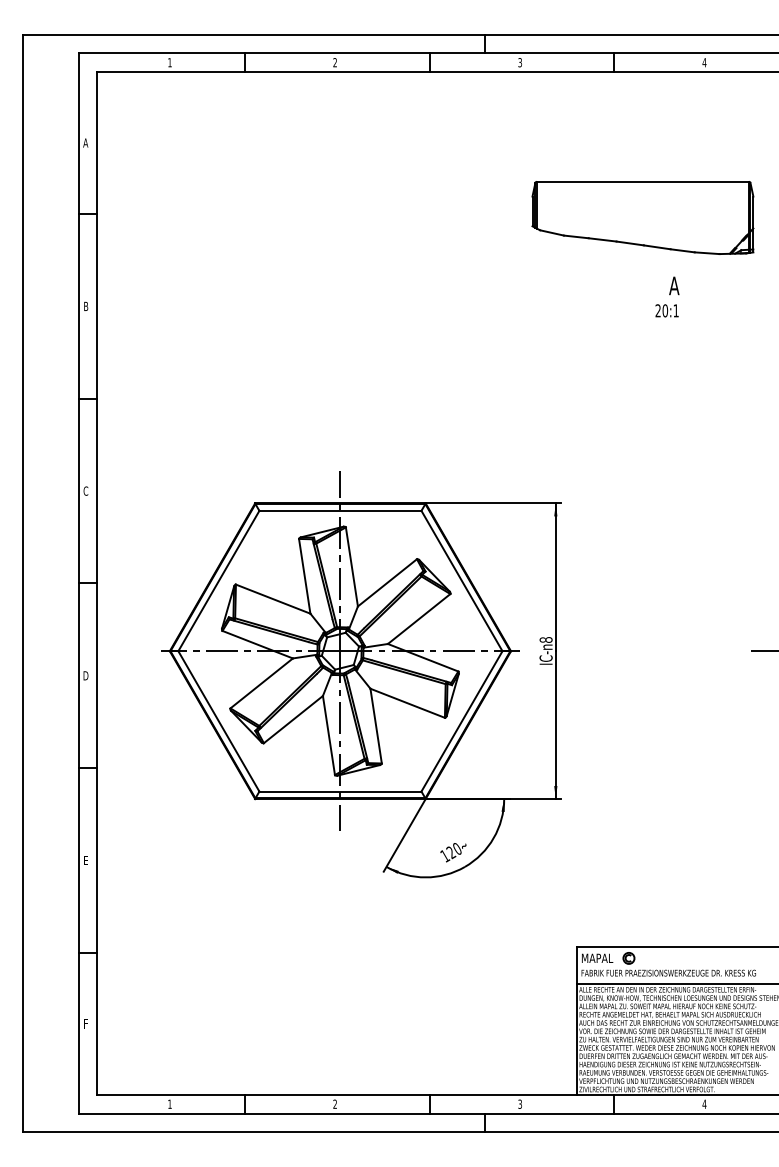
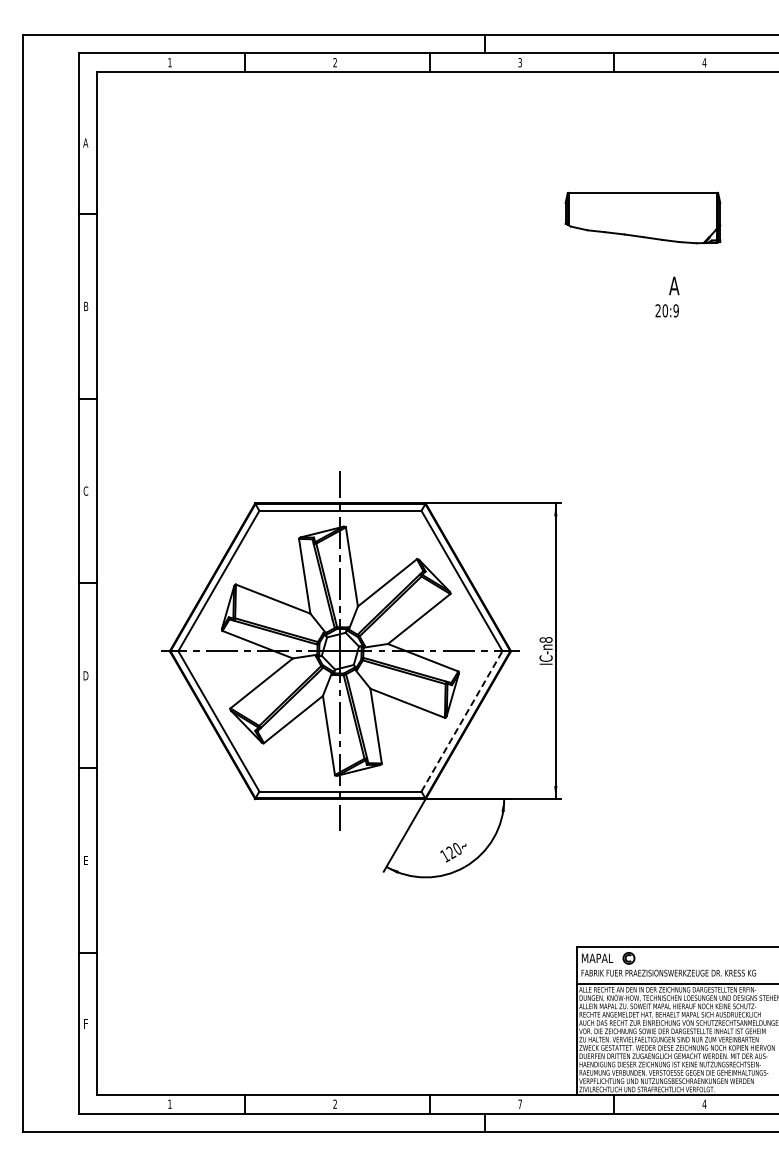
part at (642, 217) size: 224x74 px -> 158x54 px
text at (675, 310): 20:1 -> 20:9
line at (762, 651): present -> none
line at (462, 720): solid -> dashed
text at (519, 1103): 3 -> 7
